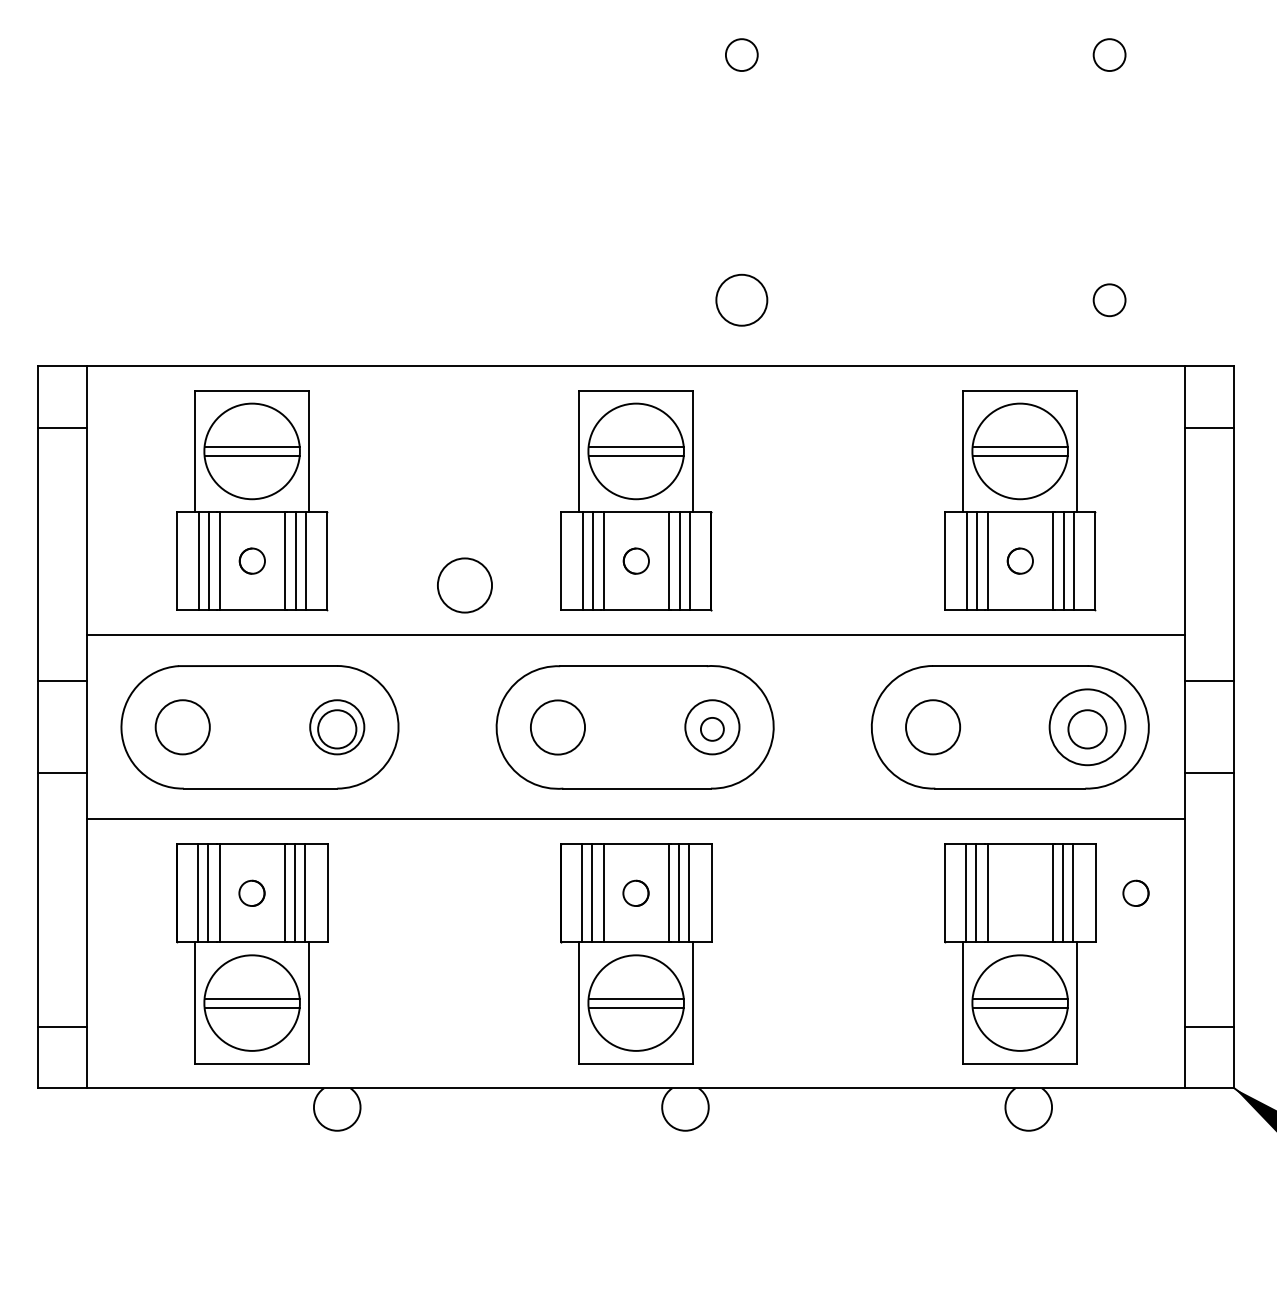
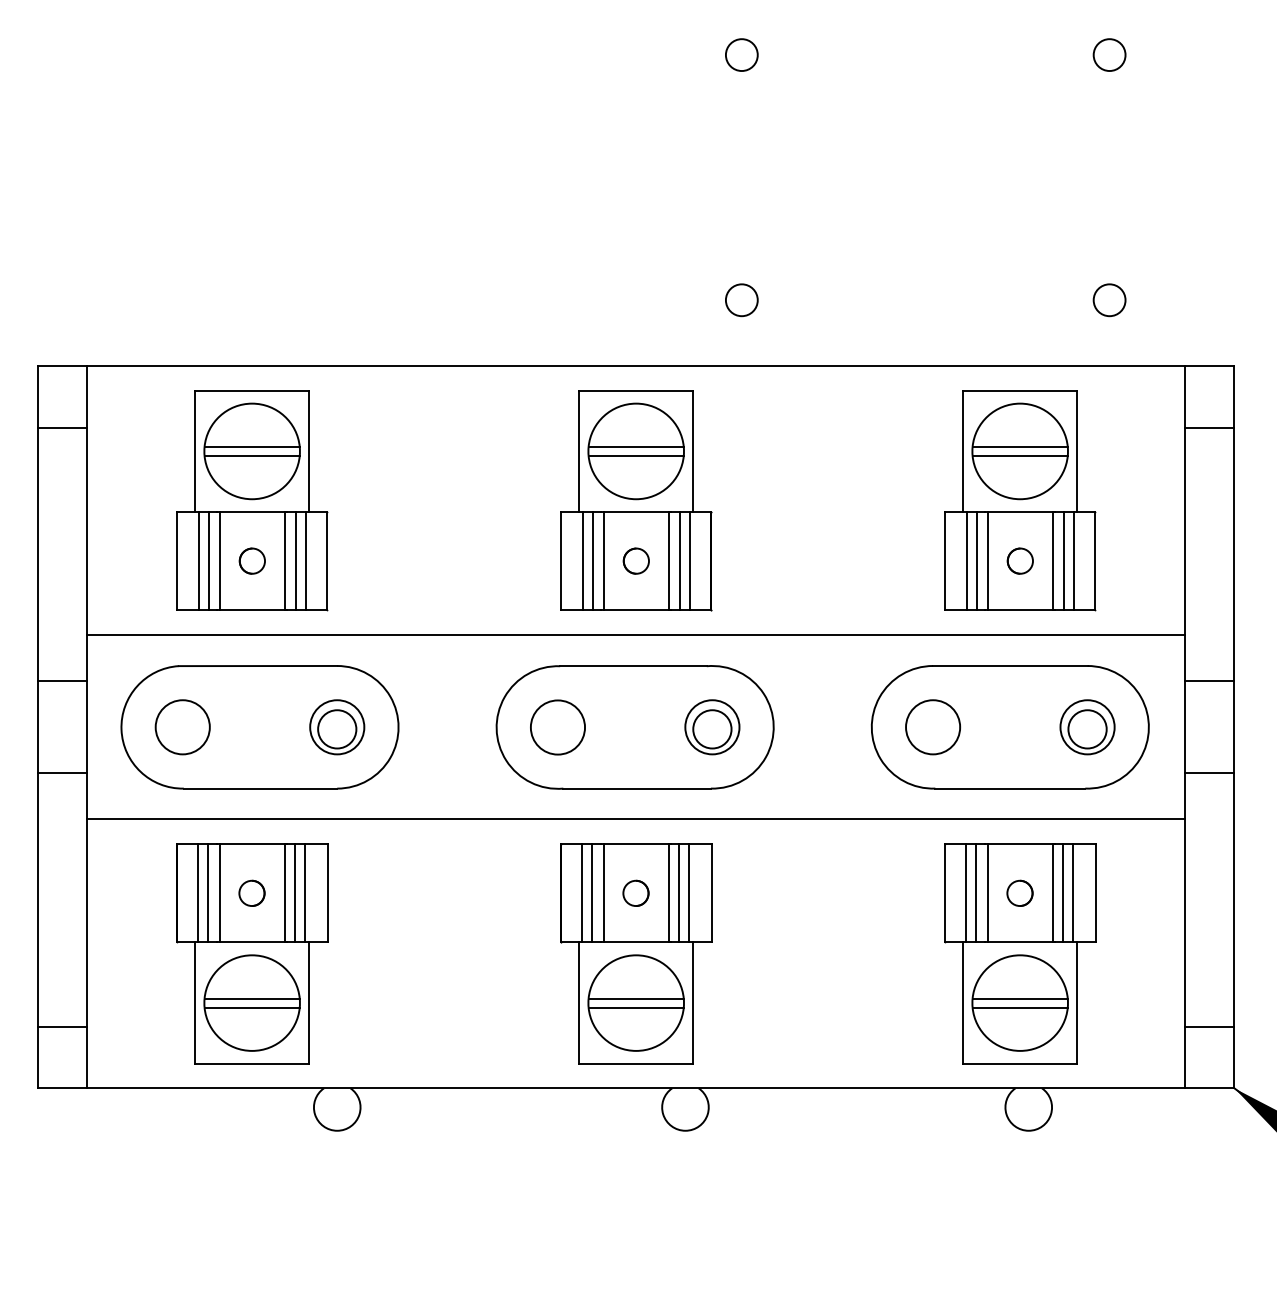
circle at (741, 299) diameter: 51 px -> 32 px
circle at (464, 585): present -> none
circle at (1087, 727) diameter: 76 px -> 54 px
circle at (711, 728) diameter: 23 px -> 38 px
part at (1135, 892) position: (1135, 892) -> (1019, 892)
